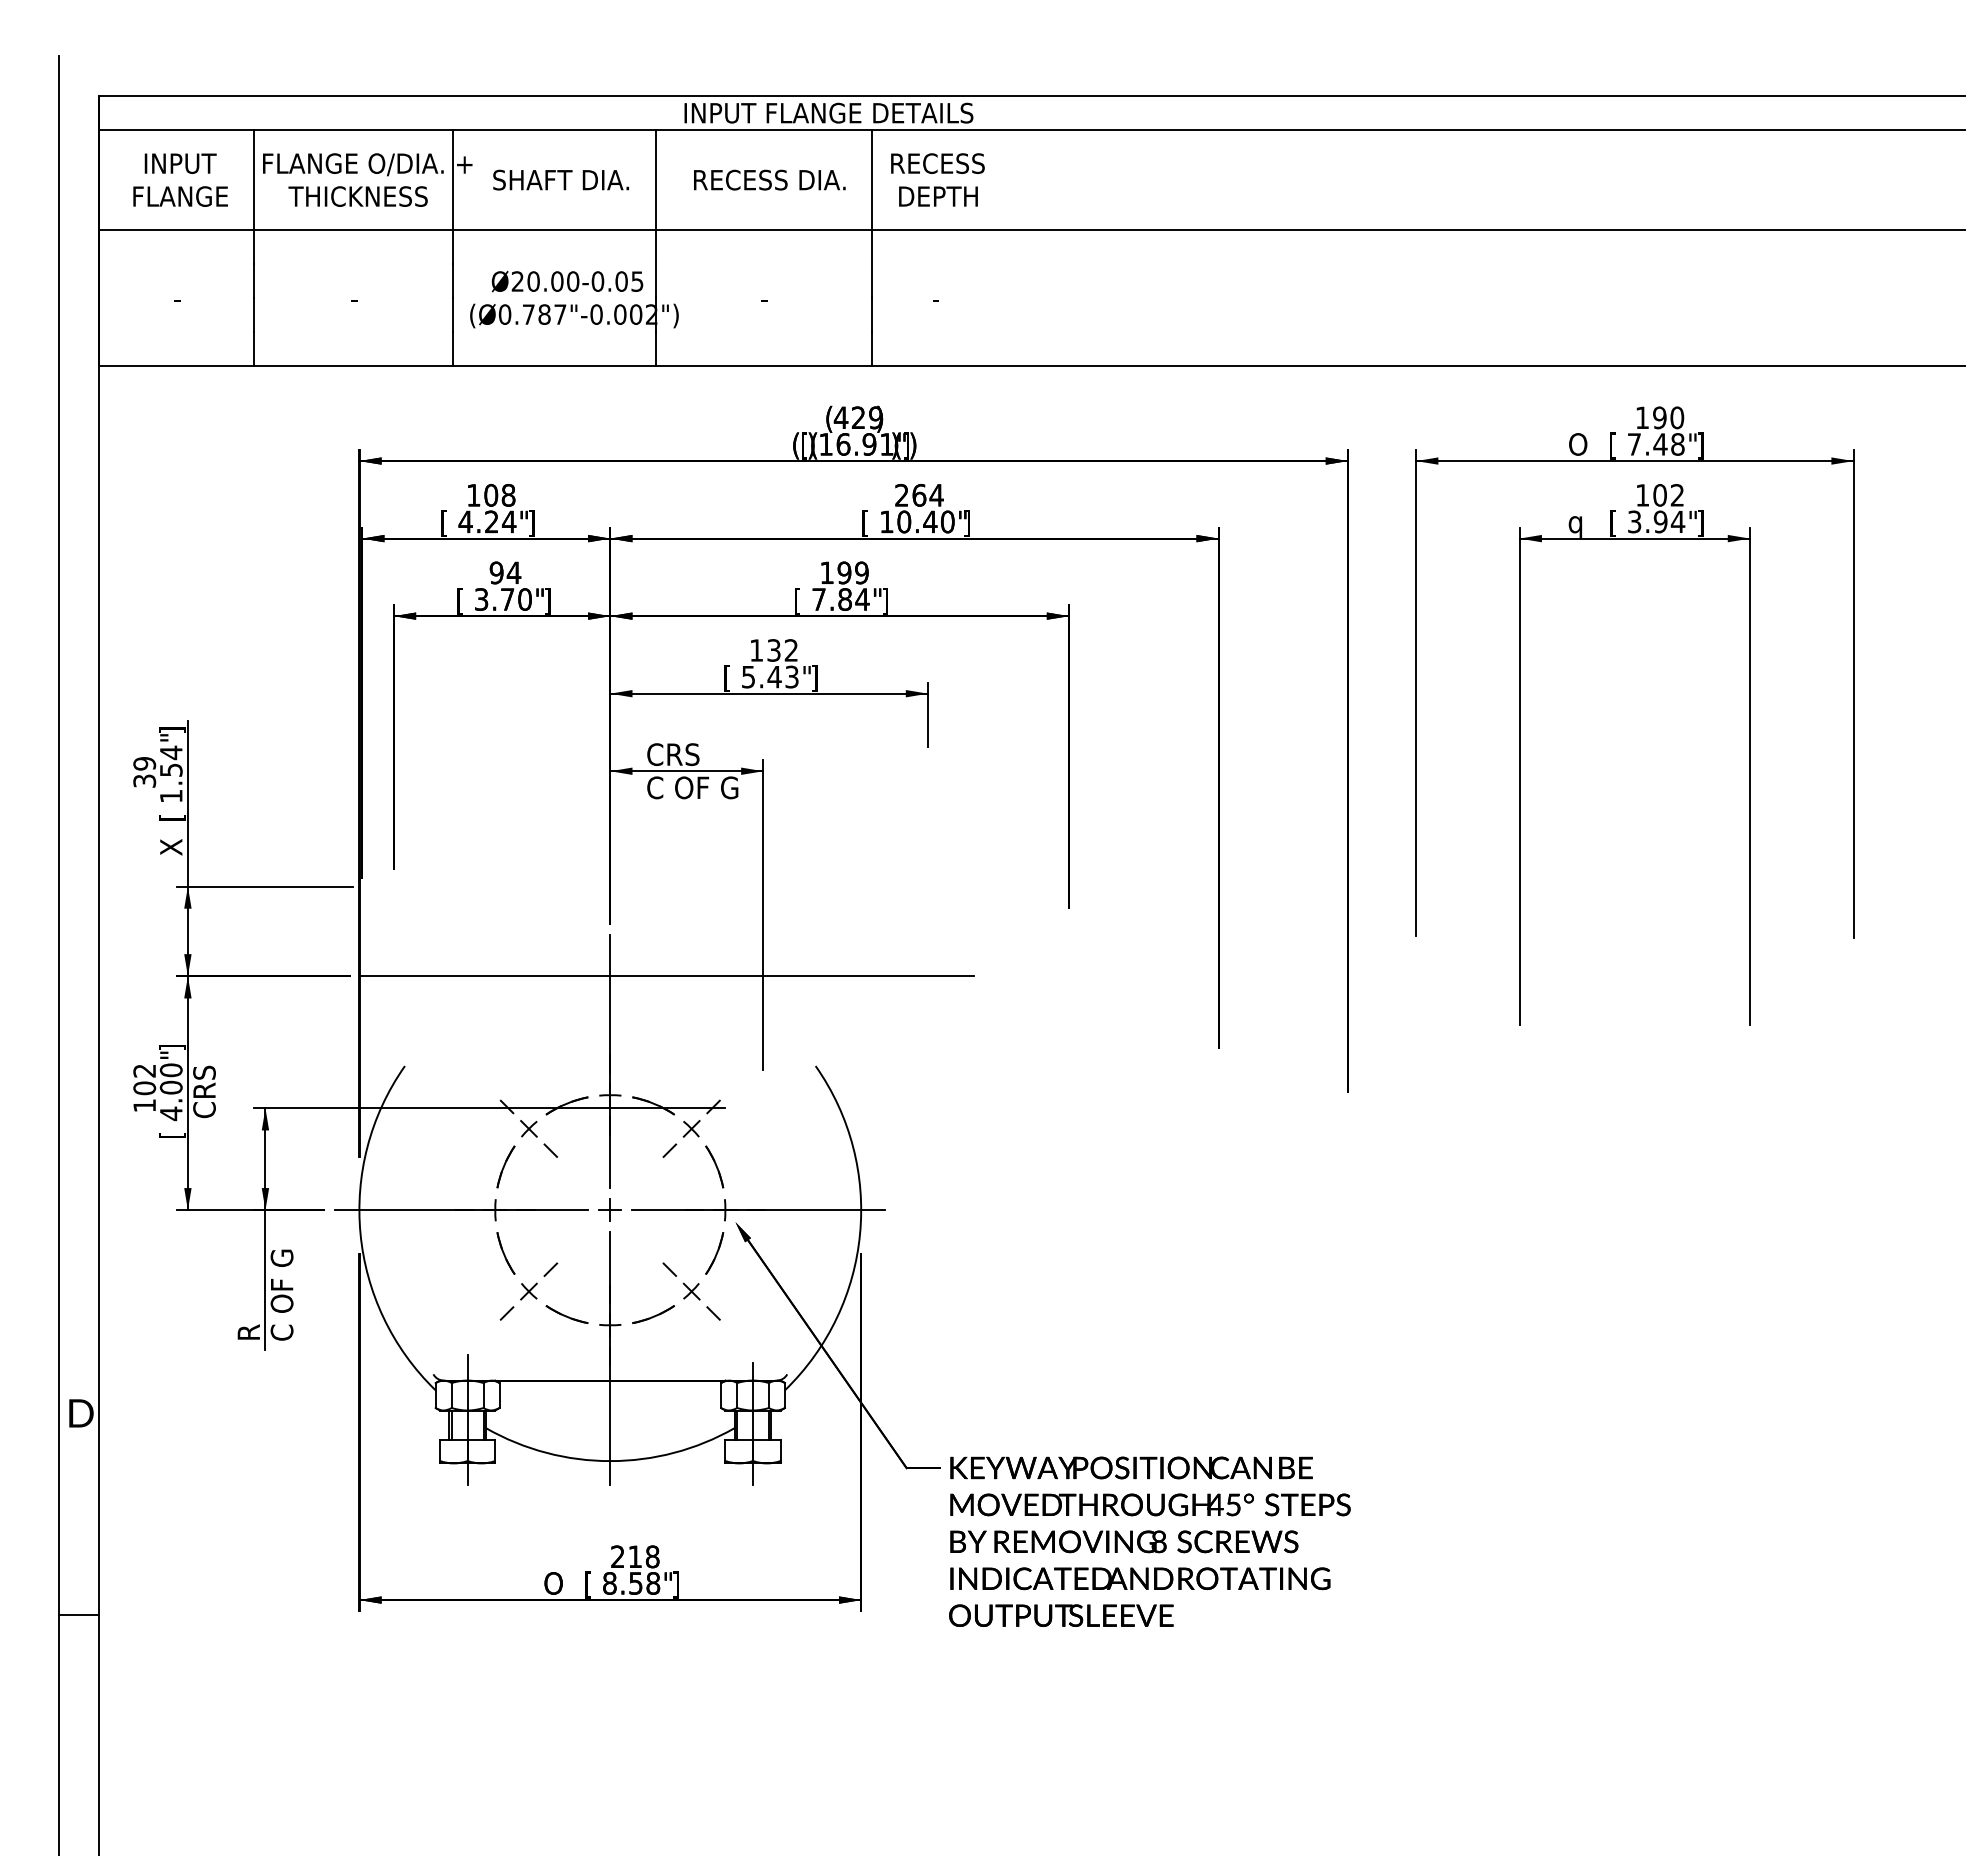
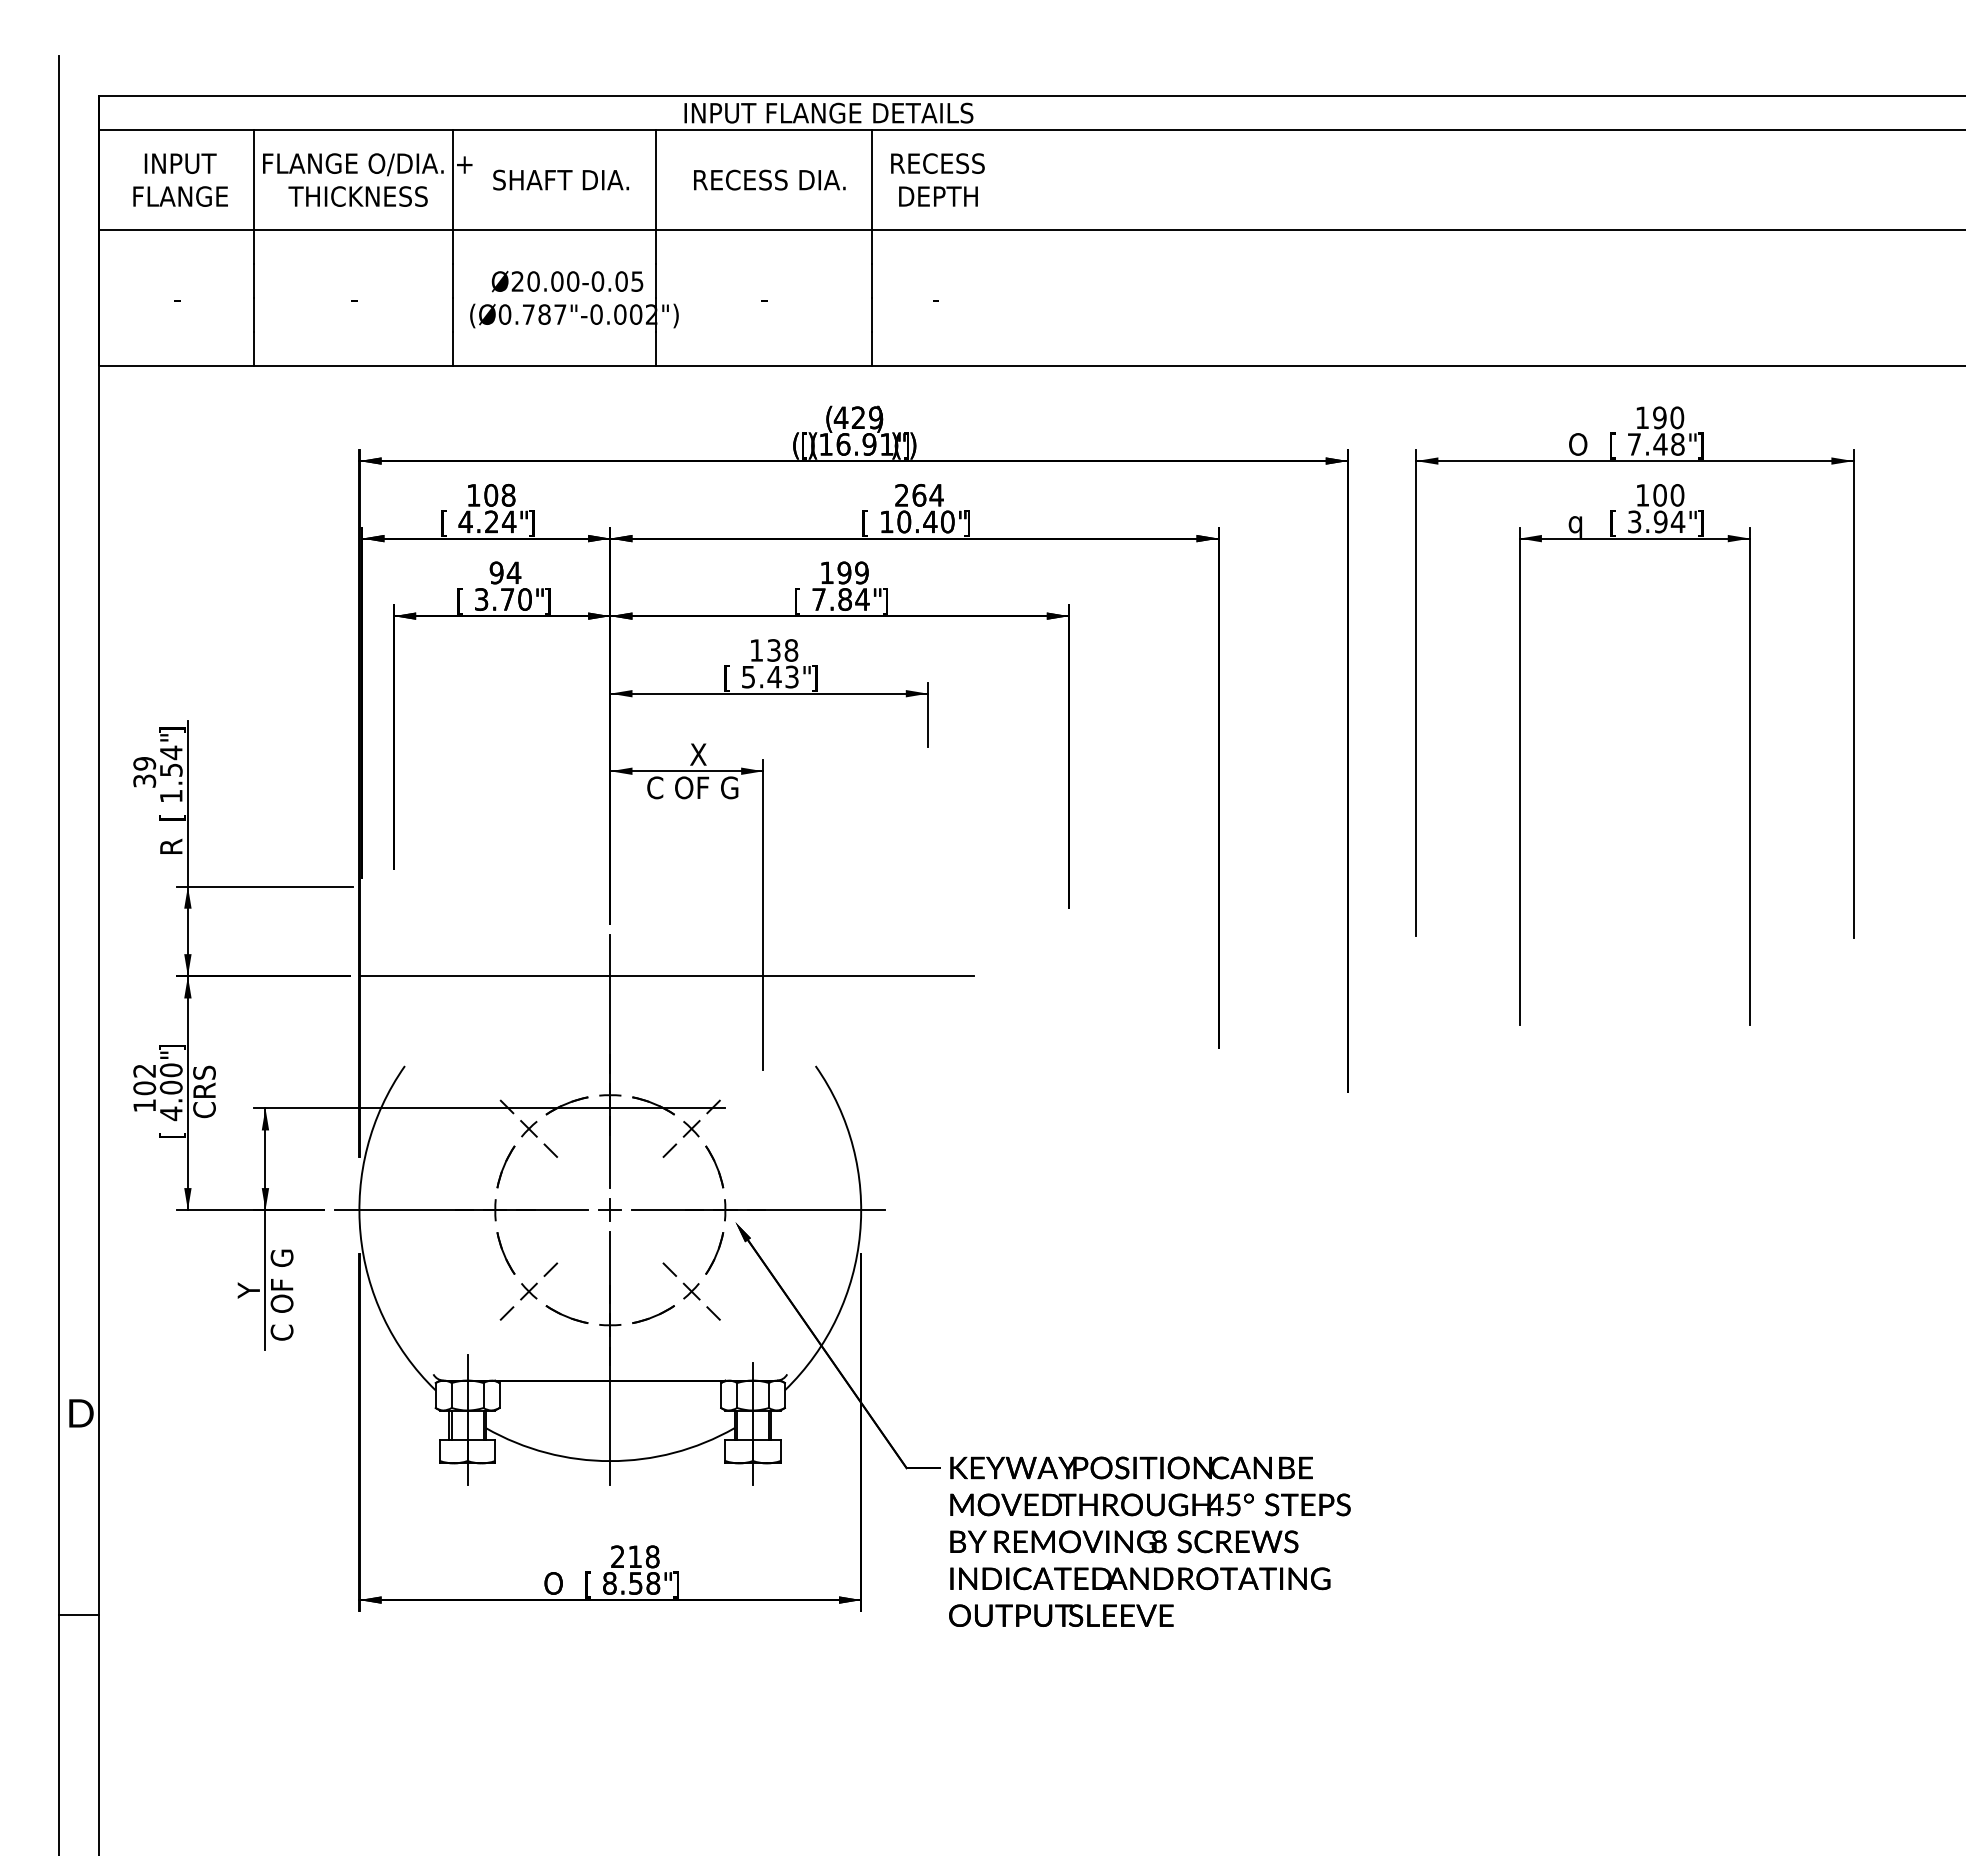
text at (1677, 495): 102 -> 100
text at (791, 650): 132 -> 138
text at (676, 754): CRS -> X
text at (171, 846): X -> R
text at (248, 1310): R -> Y
